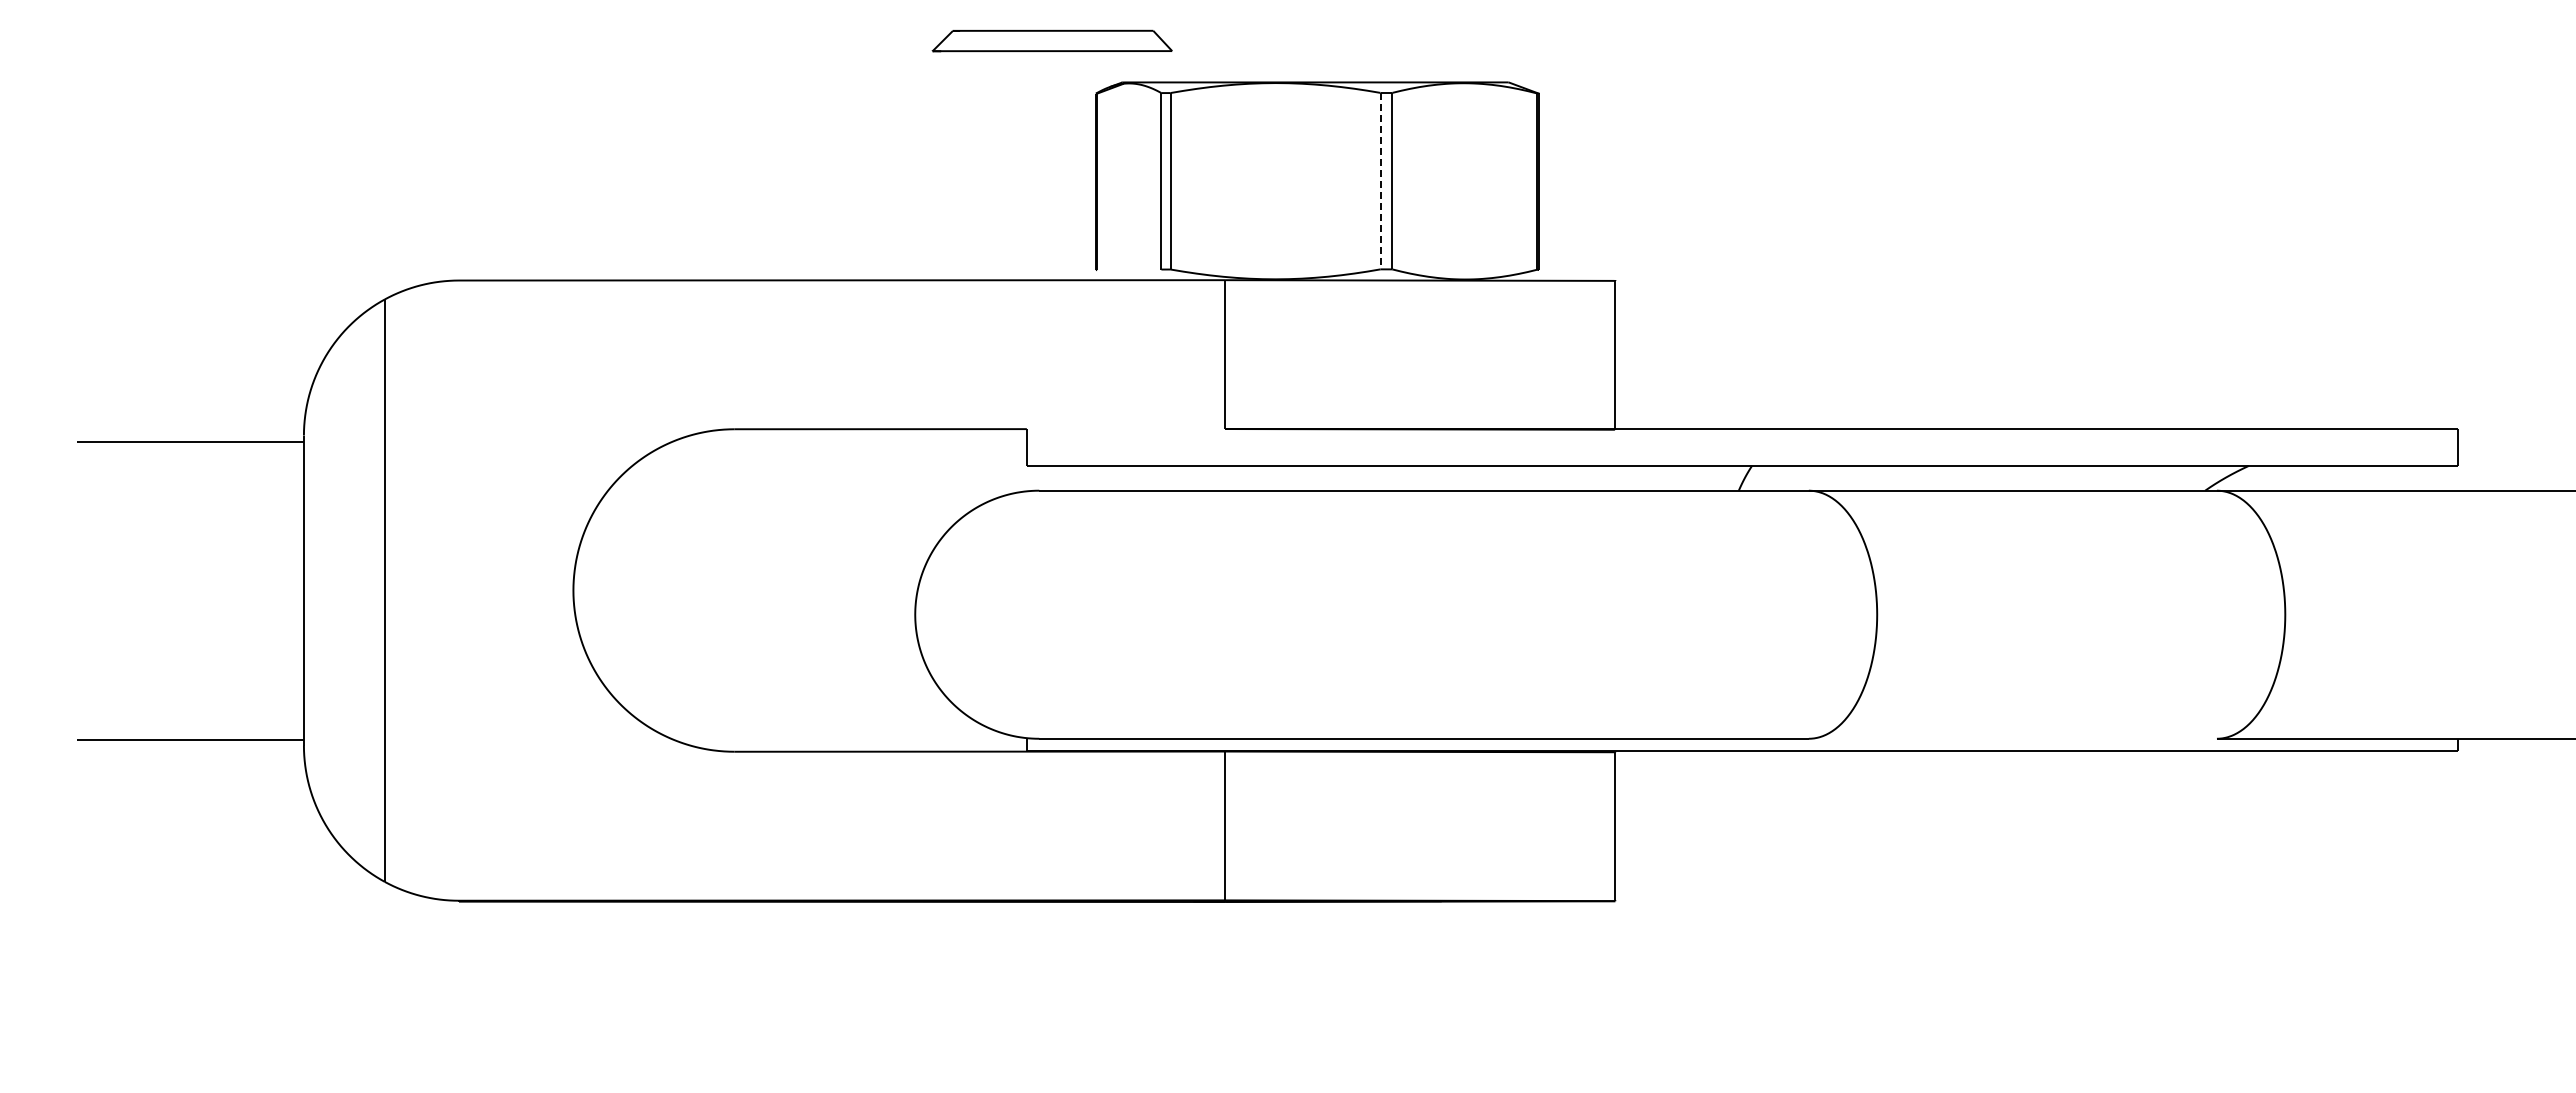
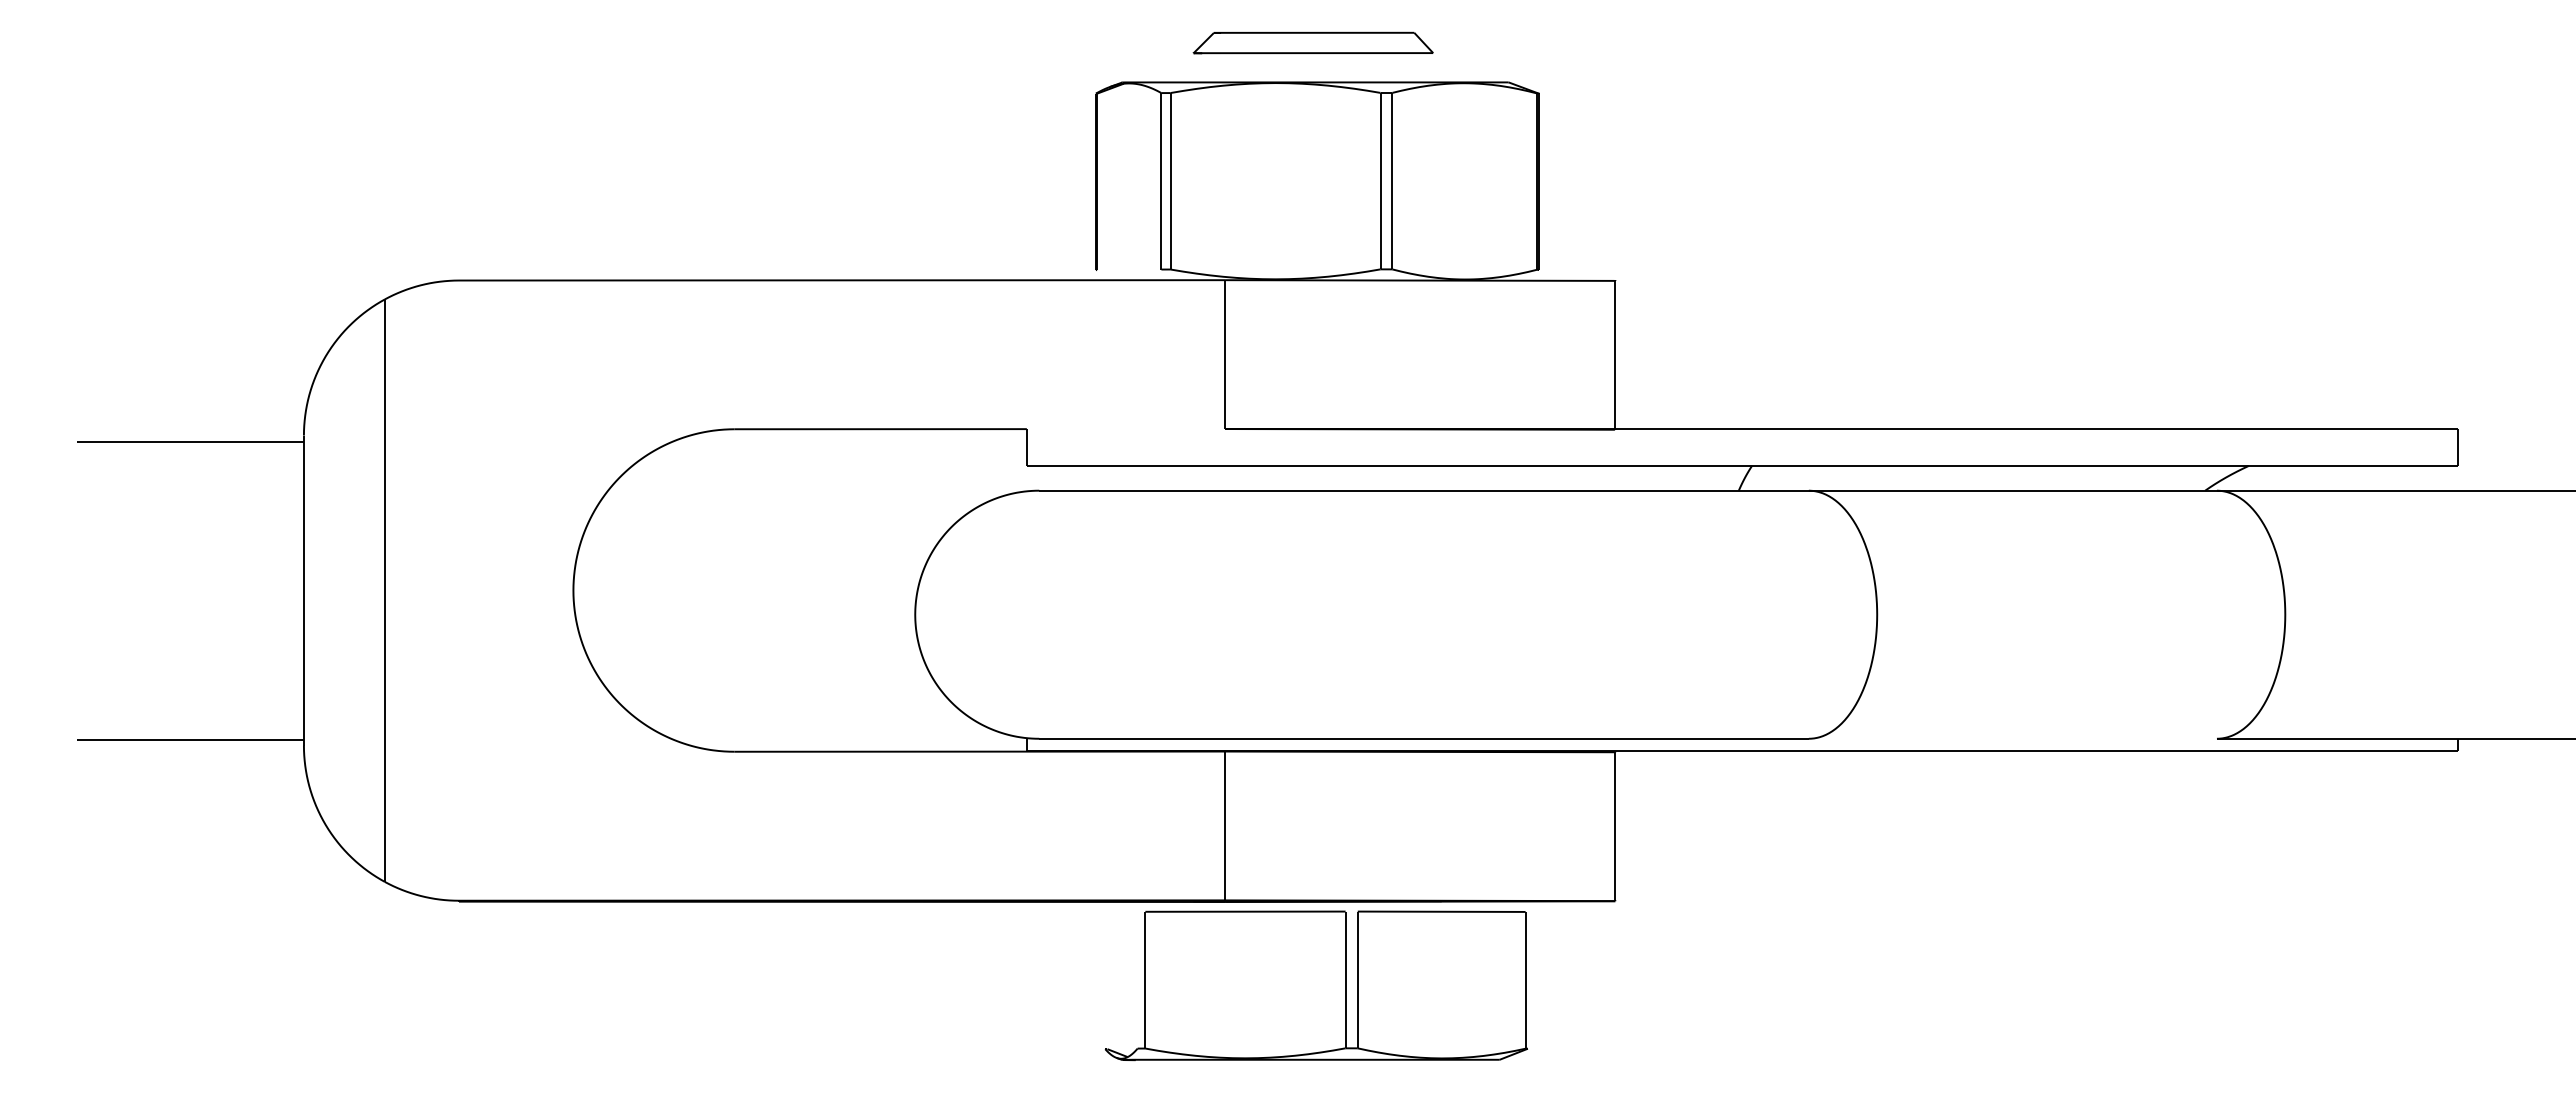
part at (1051, 40) position: (1051, 40) -> (1312, 42)
line at (1380, 181): dashed -> solid
part at (1315, 985): none -> present
